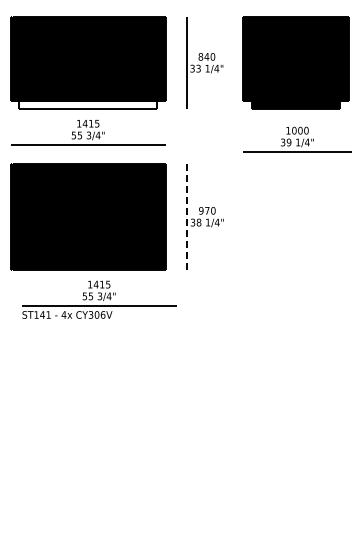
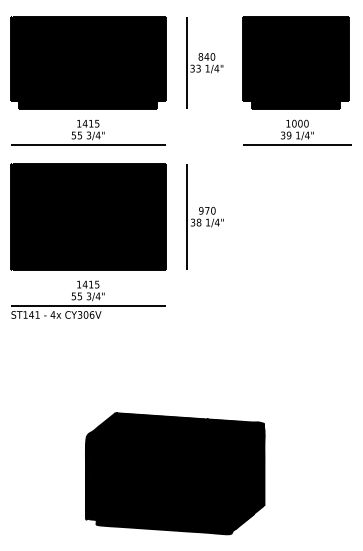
fill at (88, 104): none -> present
part at (297, 139) position: (297, 139) -> (297, 132)
line at (187, 217): dashed -> solid
part at (99, 299) position: (99, 299) -> (88, 299)
part at (175, 473): none -> present
